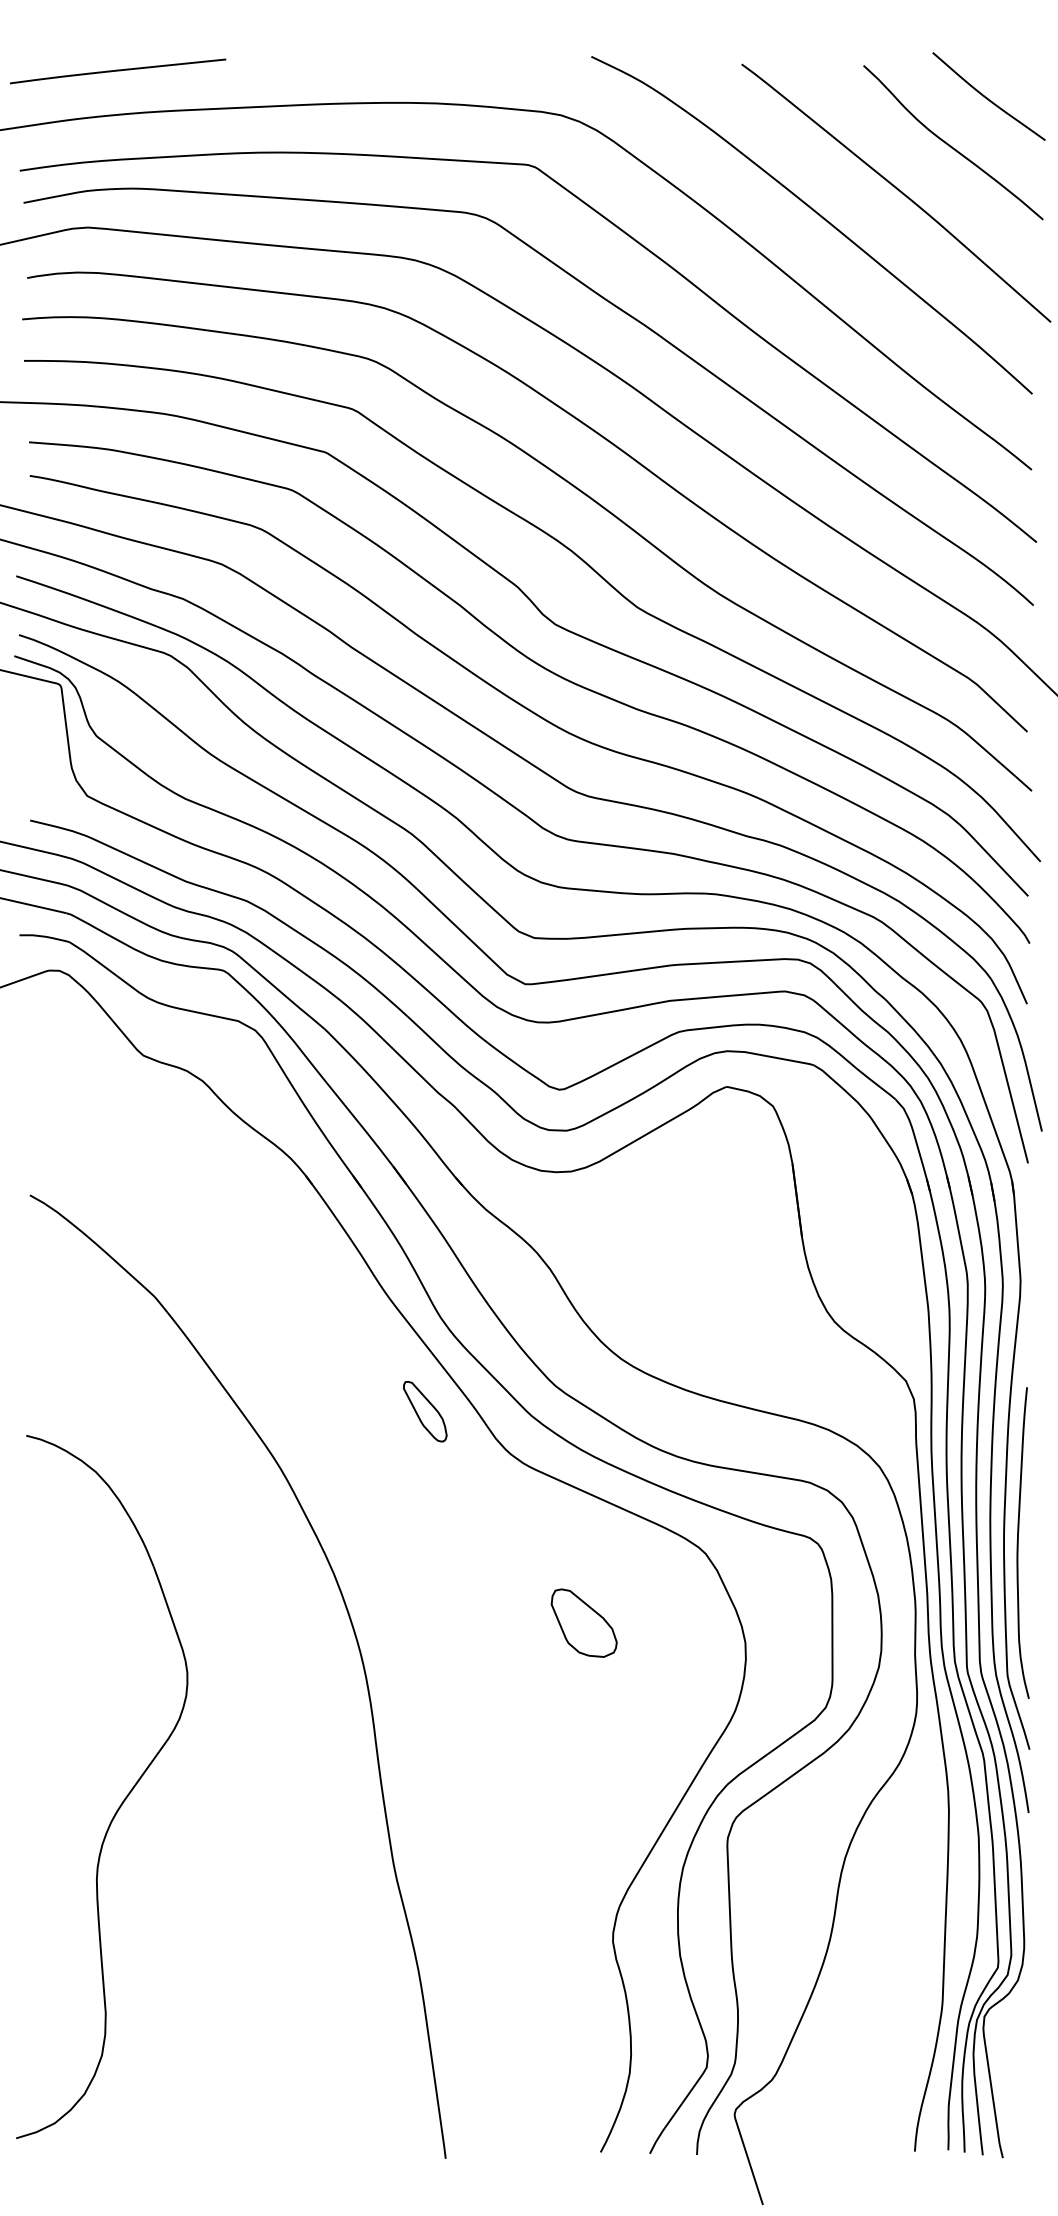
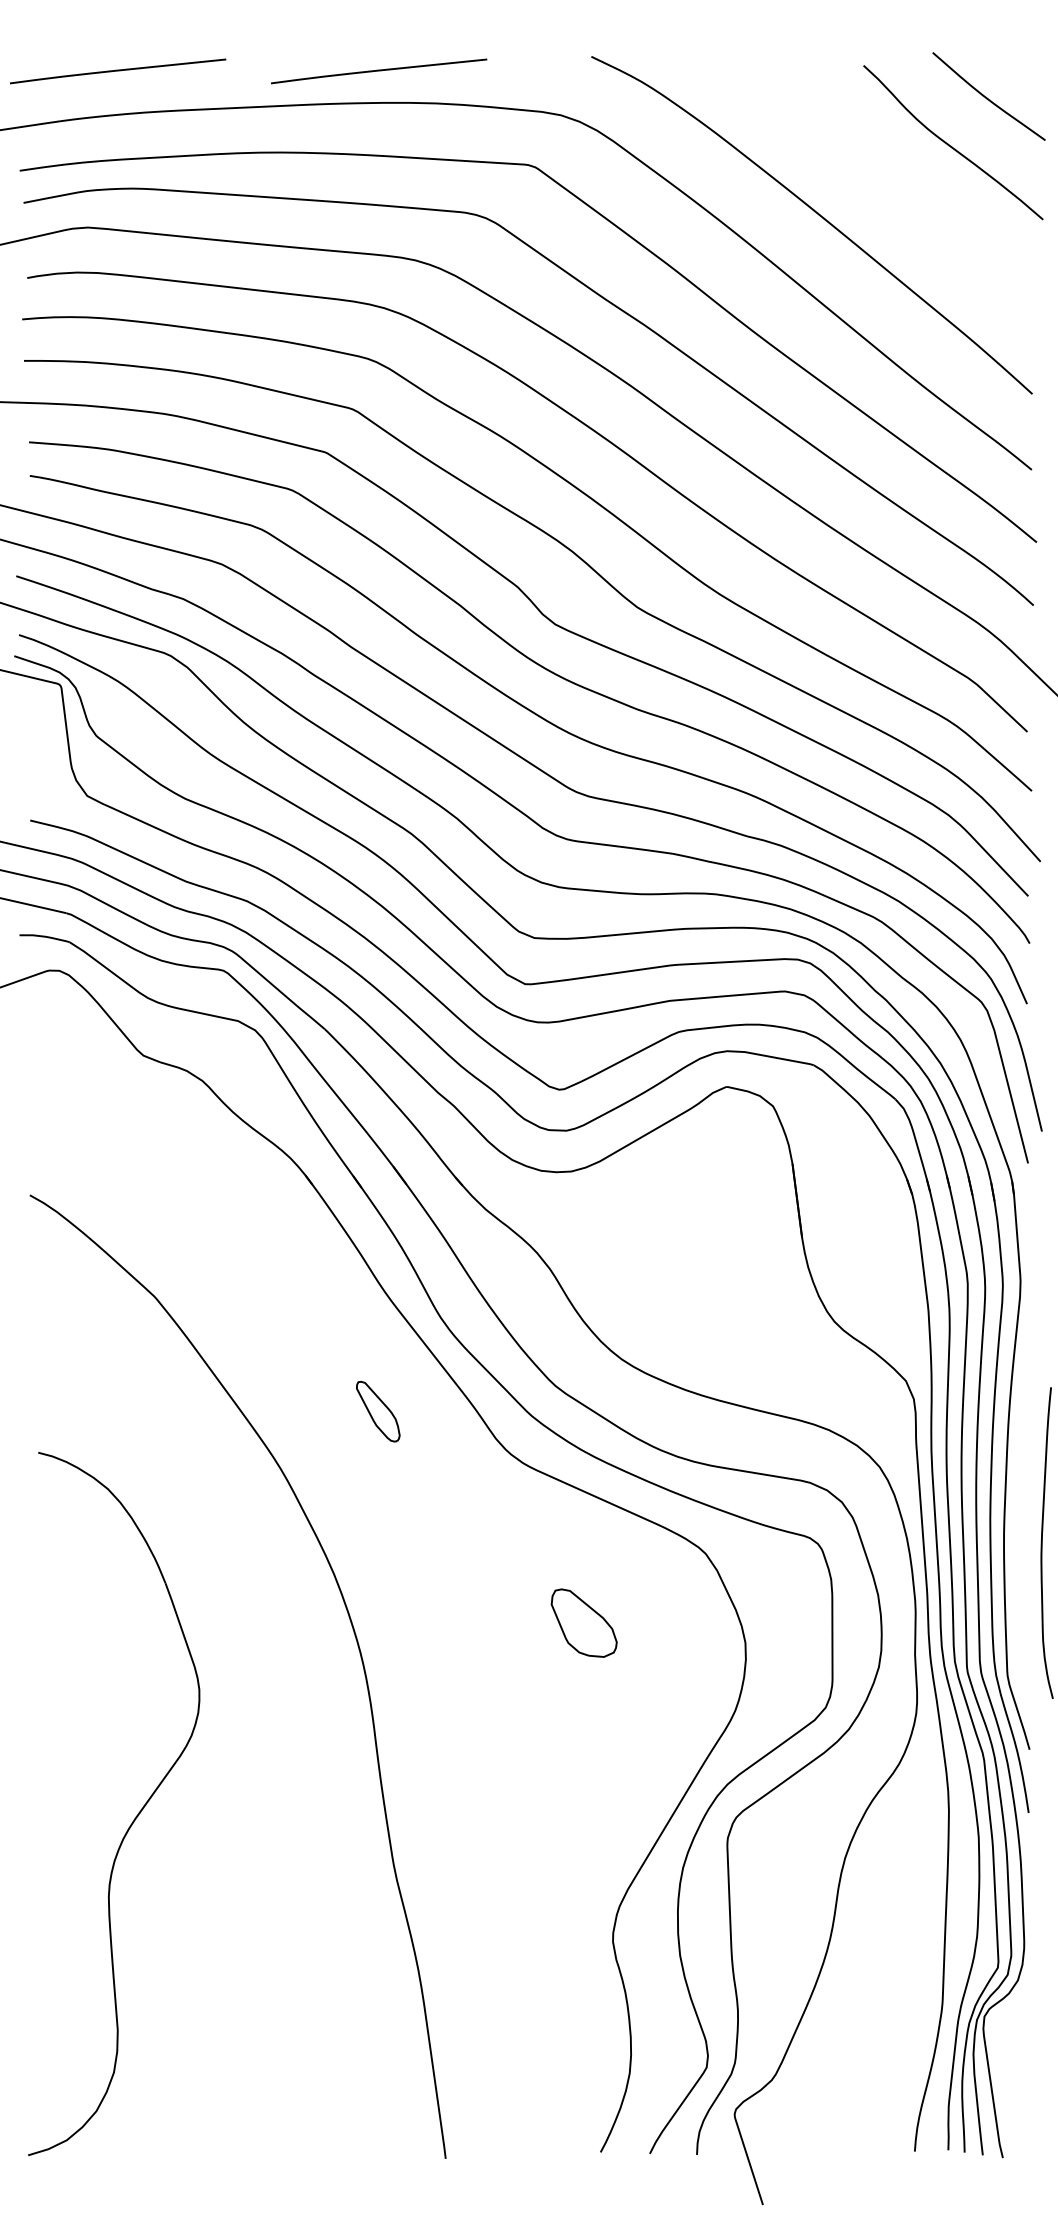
curve at (379, 71): none -> present
curve at (897, 190): present -> none
part at (425, 1411) position: (425, 1411) -> (378, 1411)
curve at (1018, 1542) position: (1018, 1542) -> (1042, 1542)
part at (123, 1799) position: (123, 1799) -> (135, 1816)
